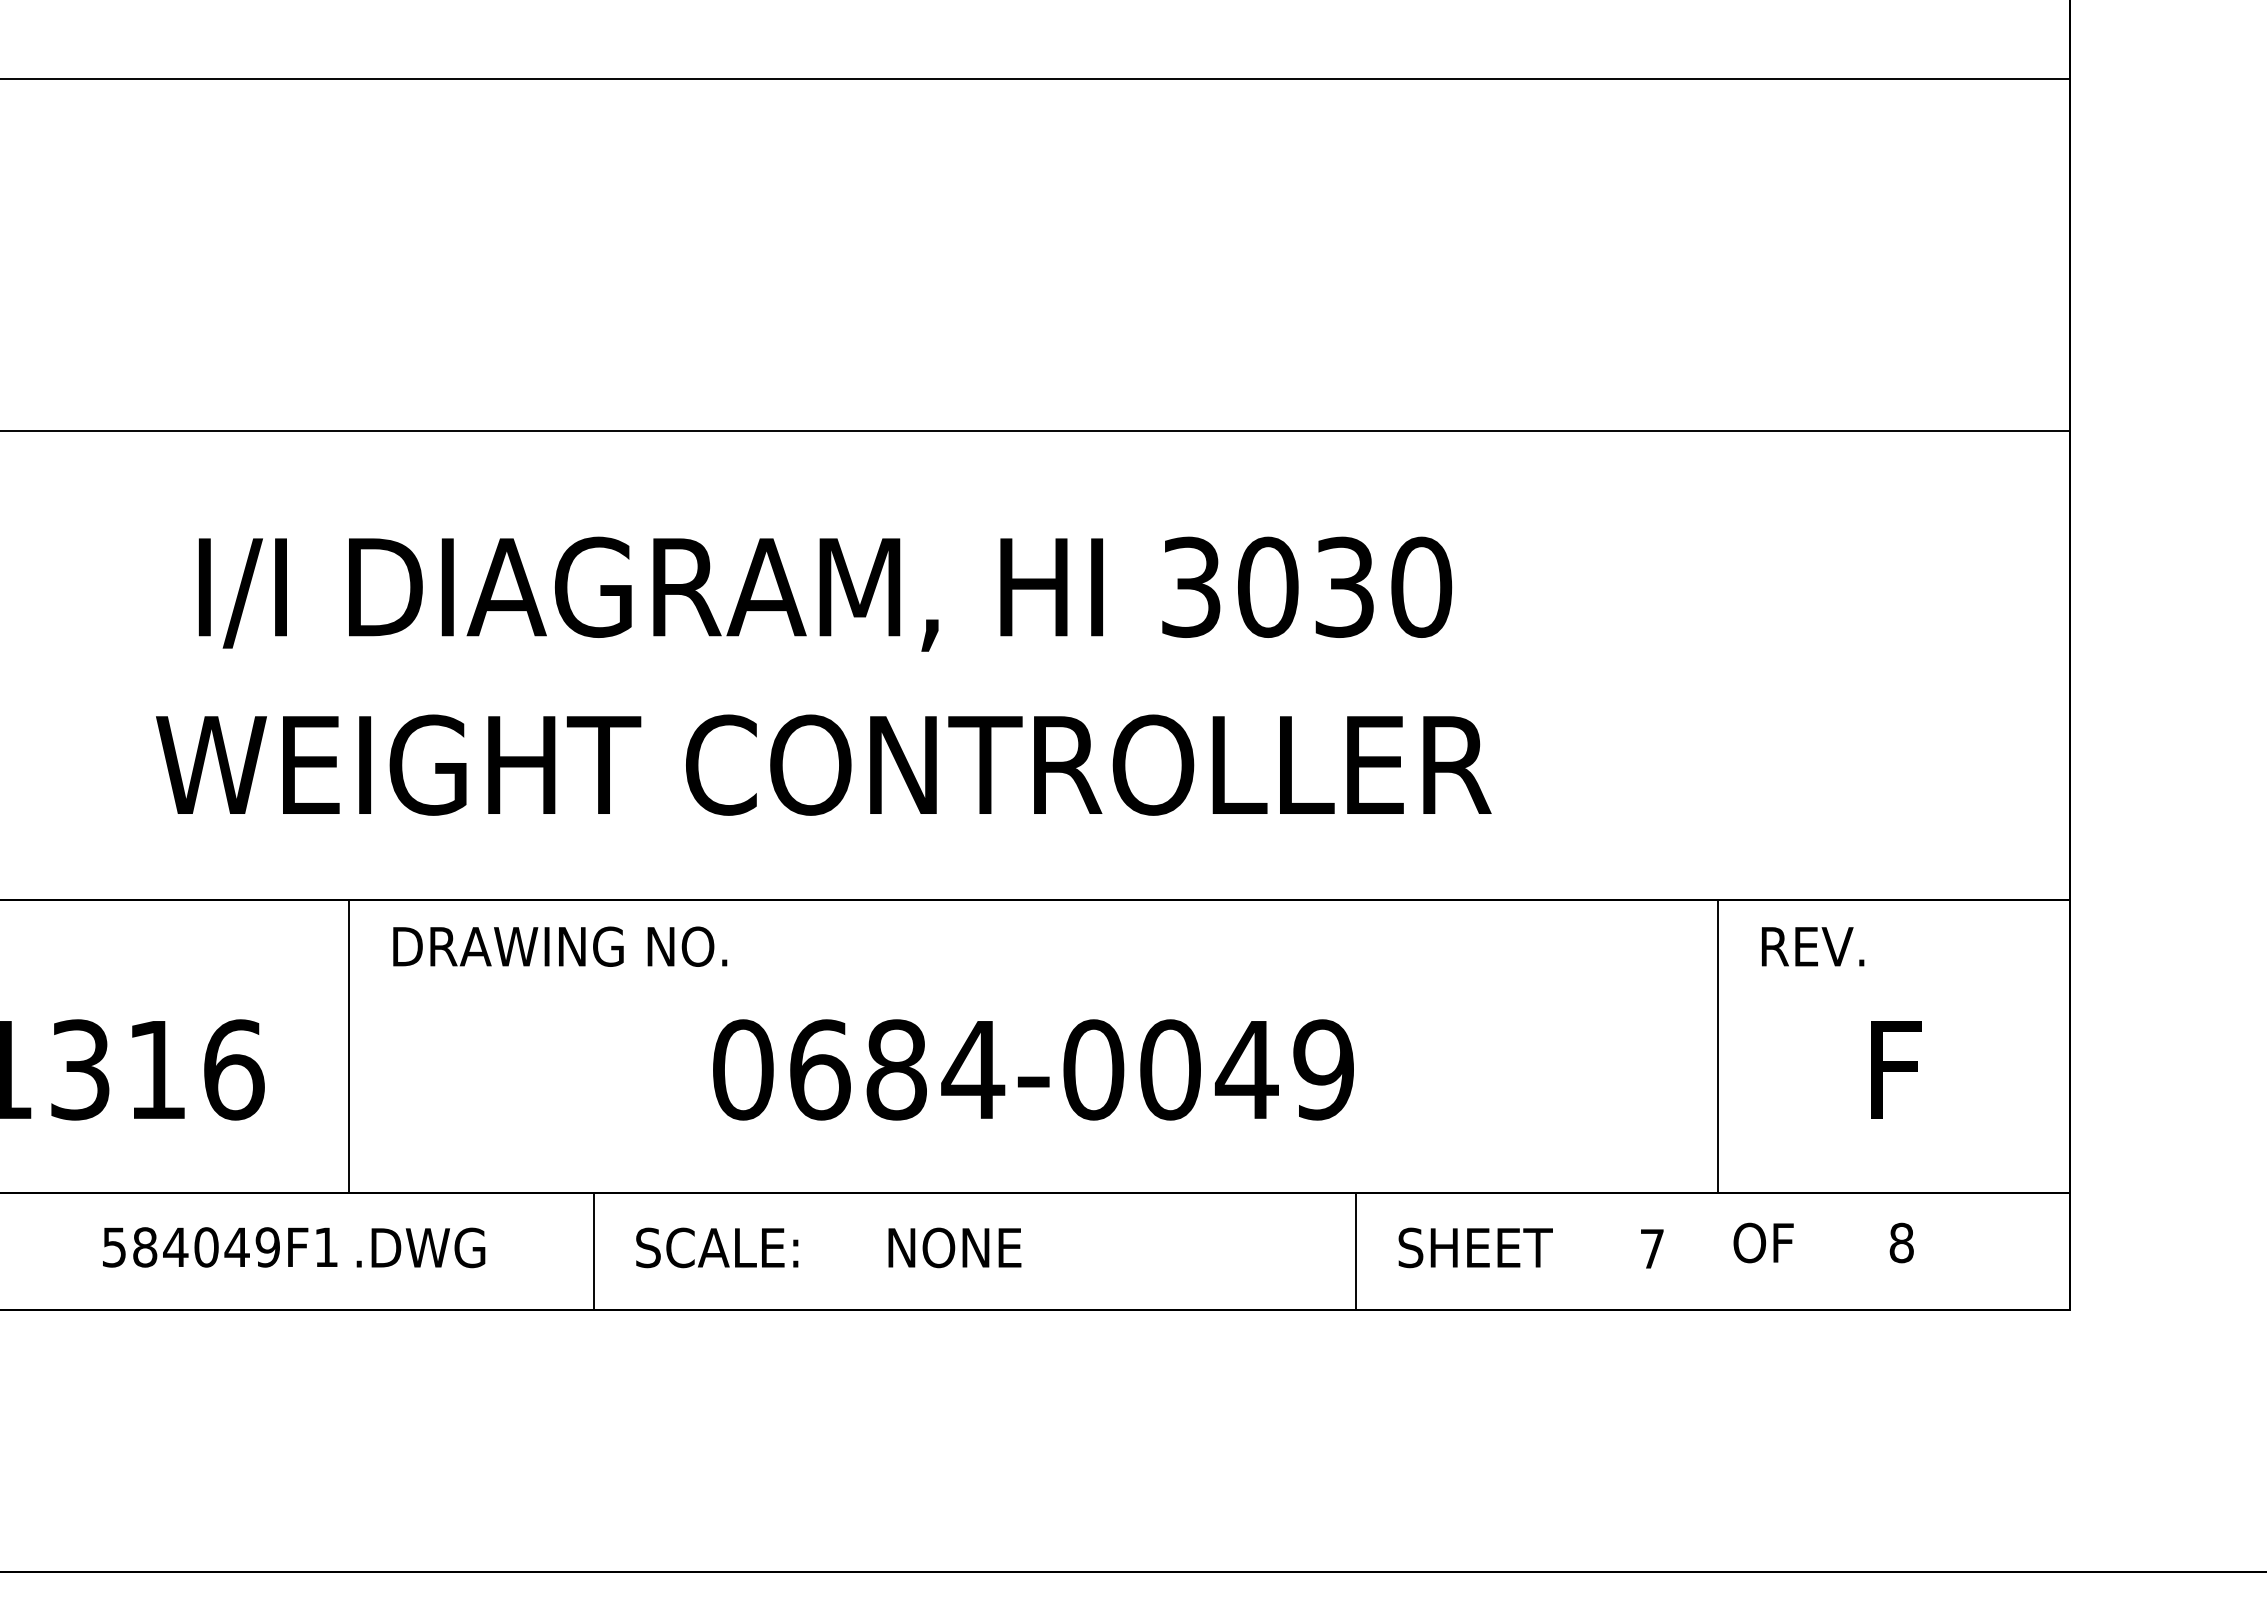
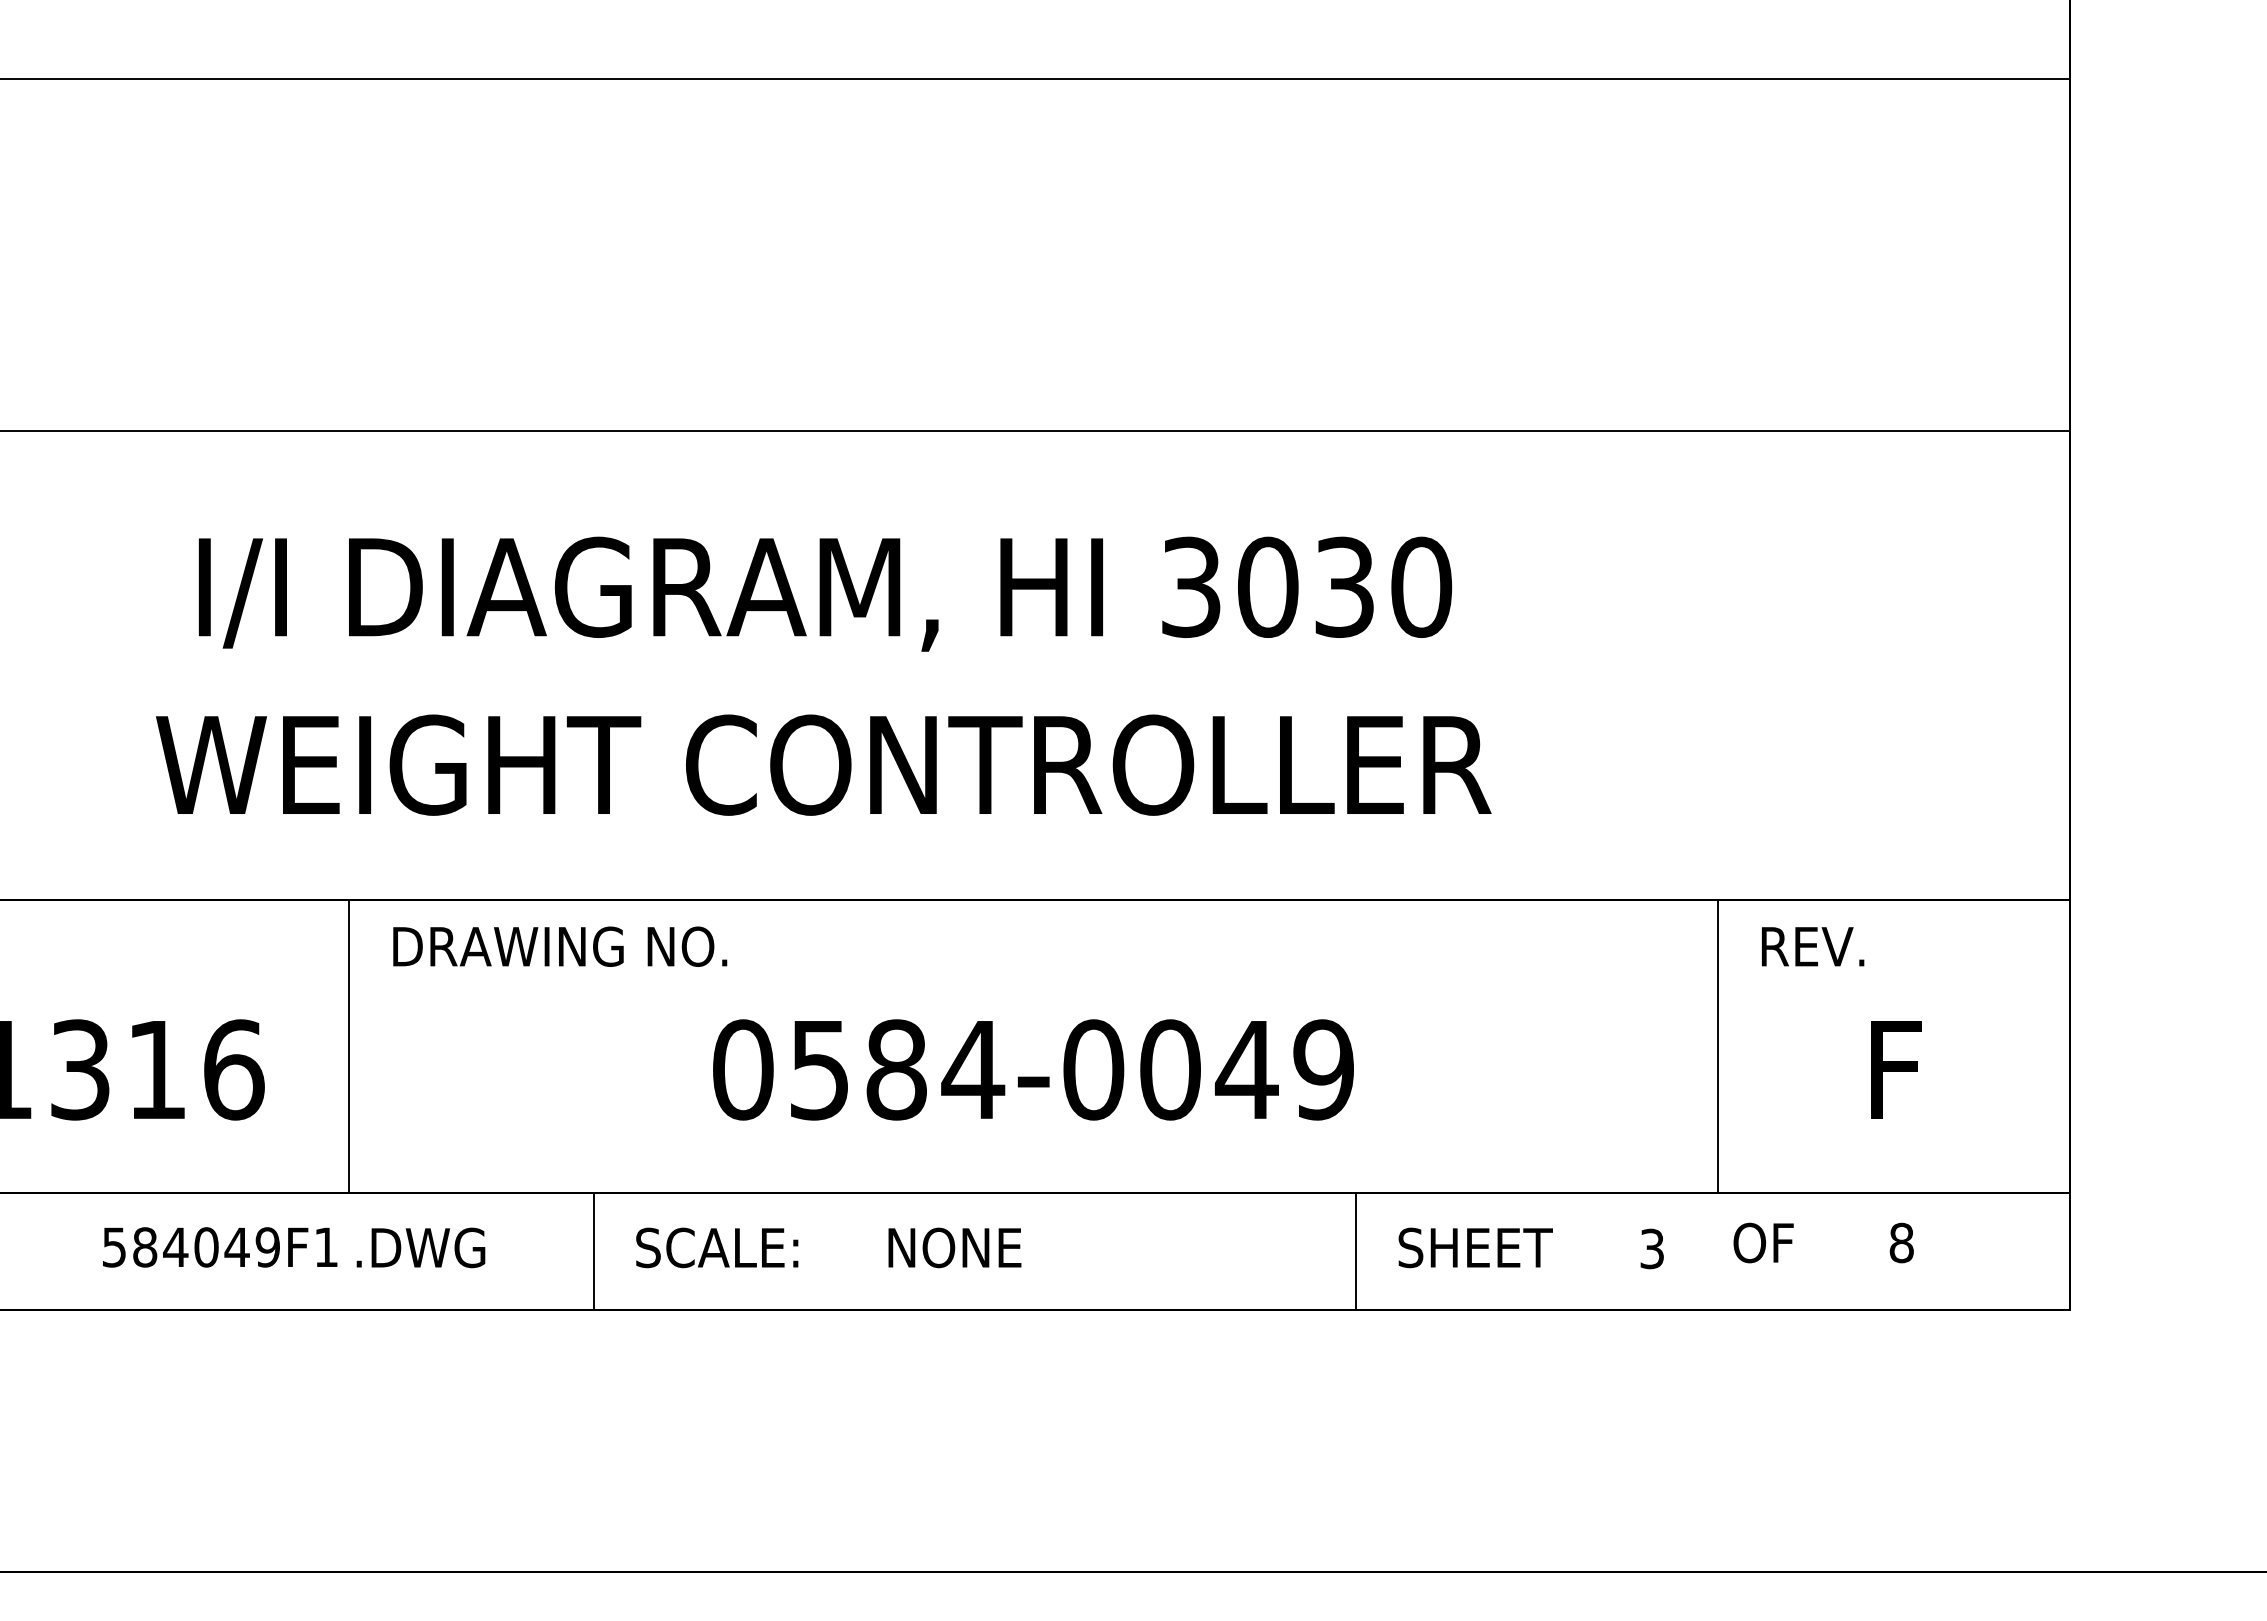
text at (820, 1069): 0684-0049 -> 0584-0049
text at (1651, 1248): 7 -> 3
